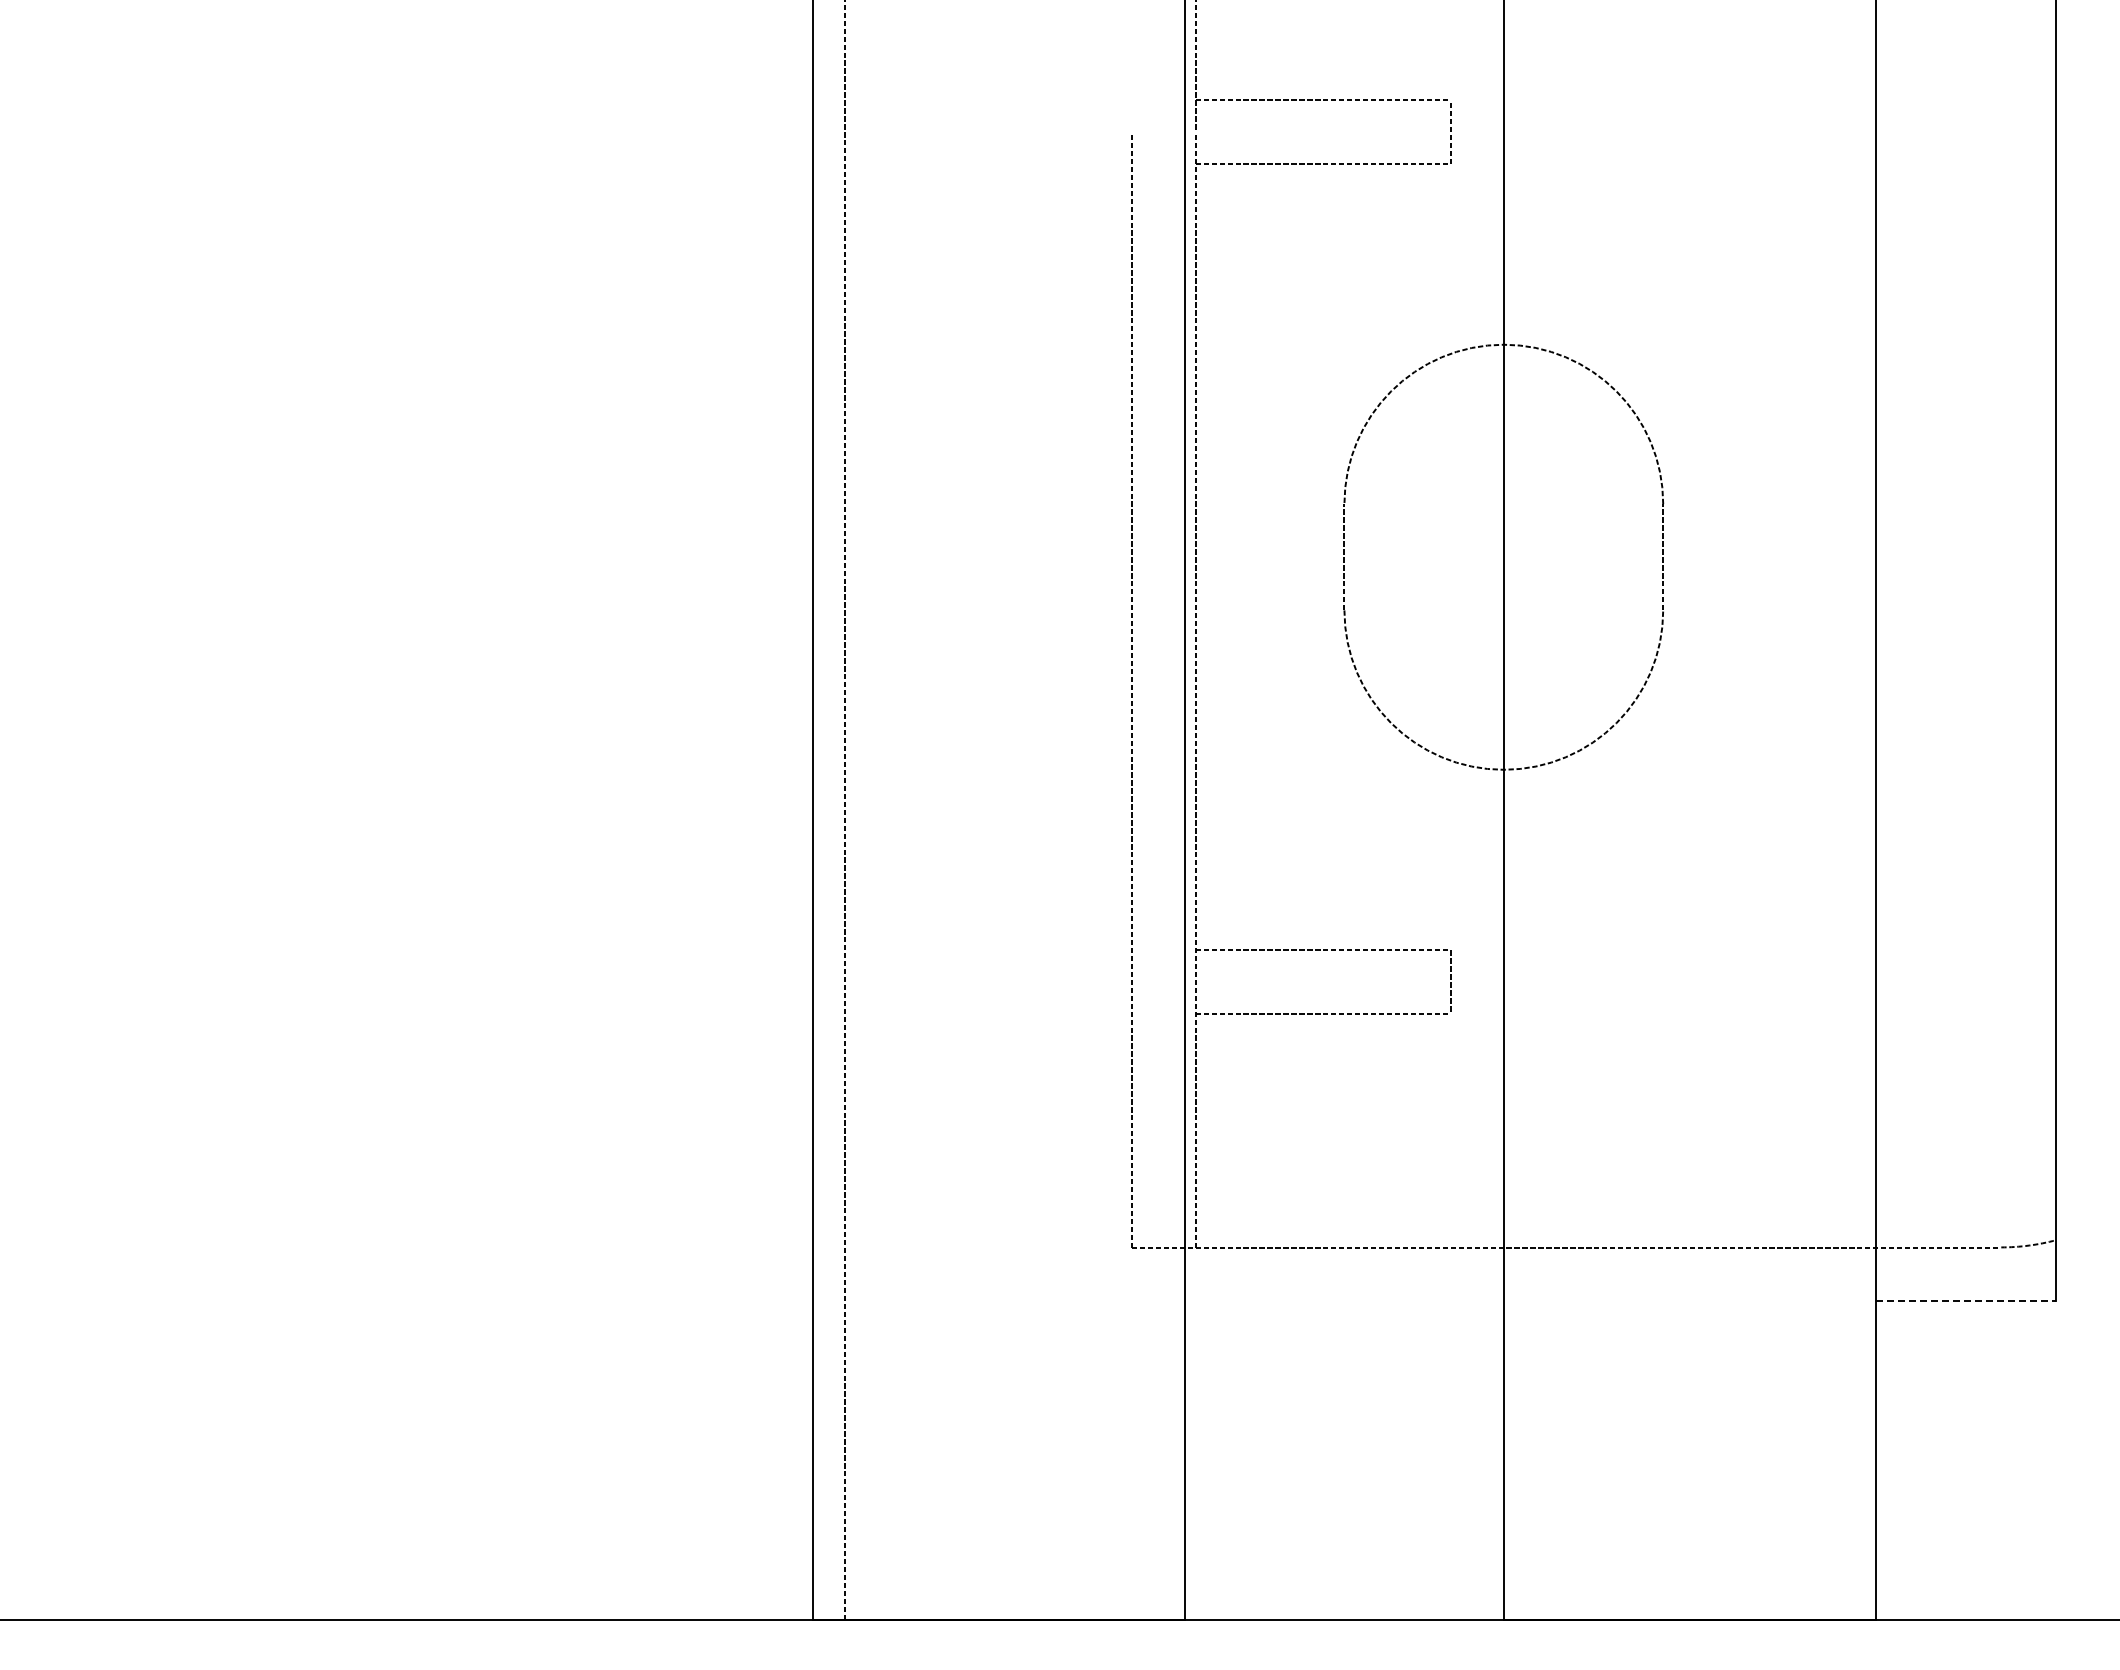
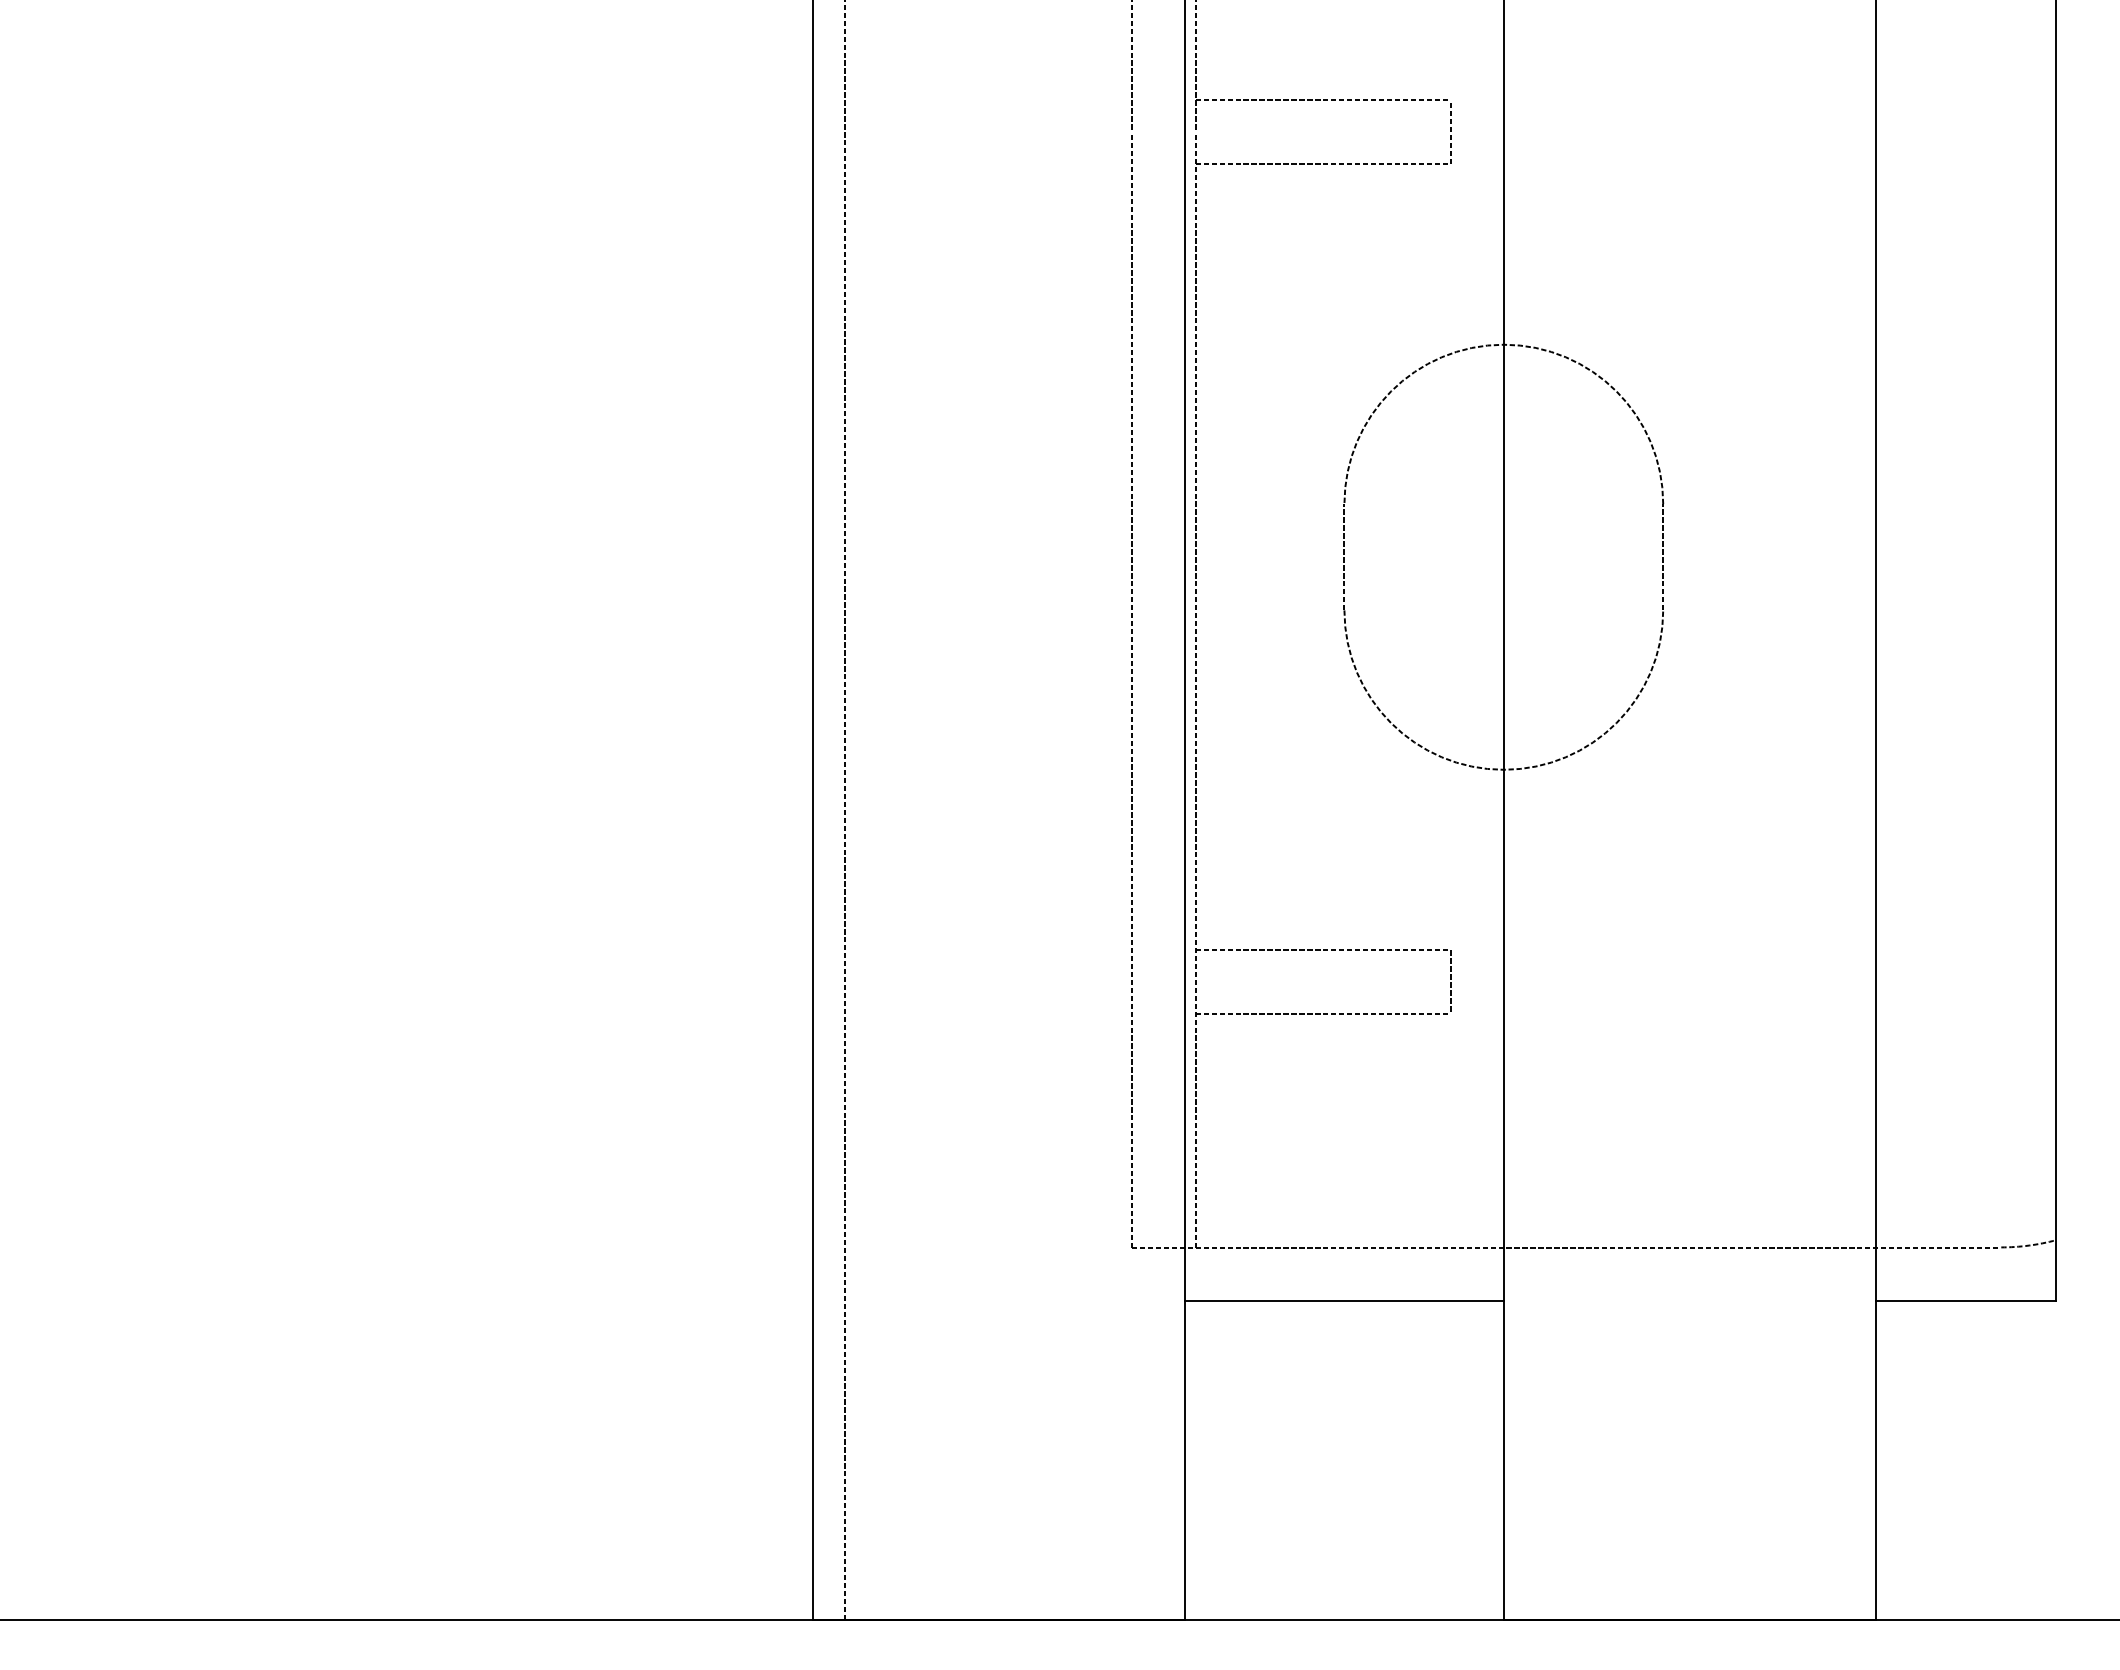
line at (1131, 67): none -> present
line at (1344, 1301): none -> present
line at (1966, 1301): dashed -> solid
